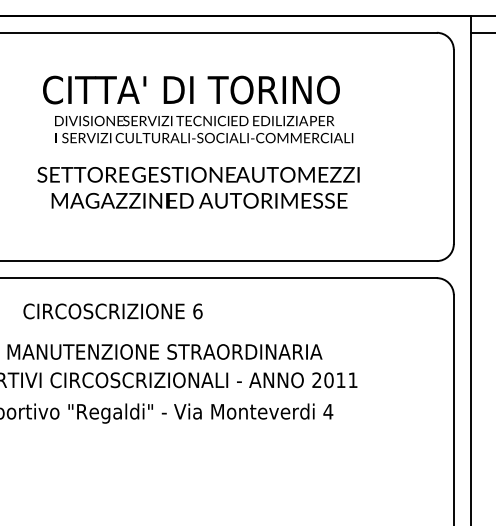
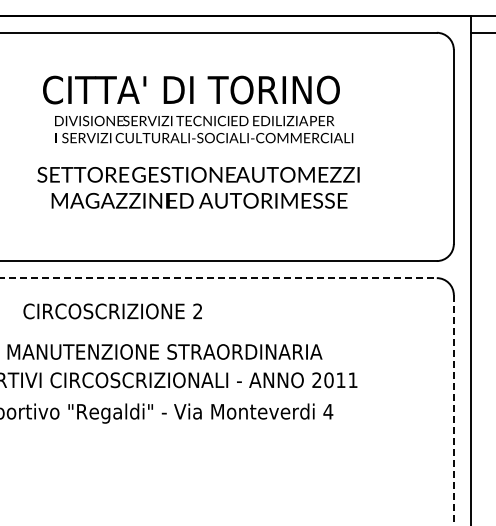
line at (219, 278): solid -> dashed
text at (197, 311): 6 -> 2
line at (453, 410): solid -> dashed
